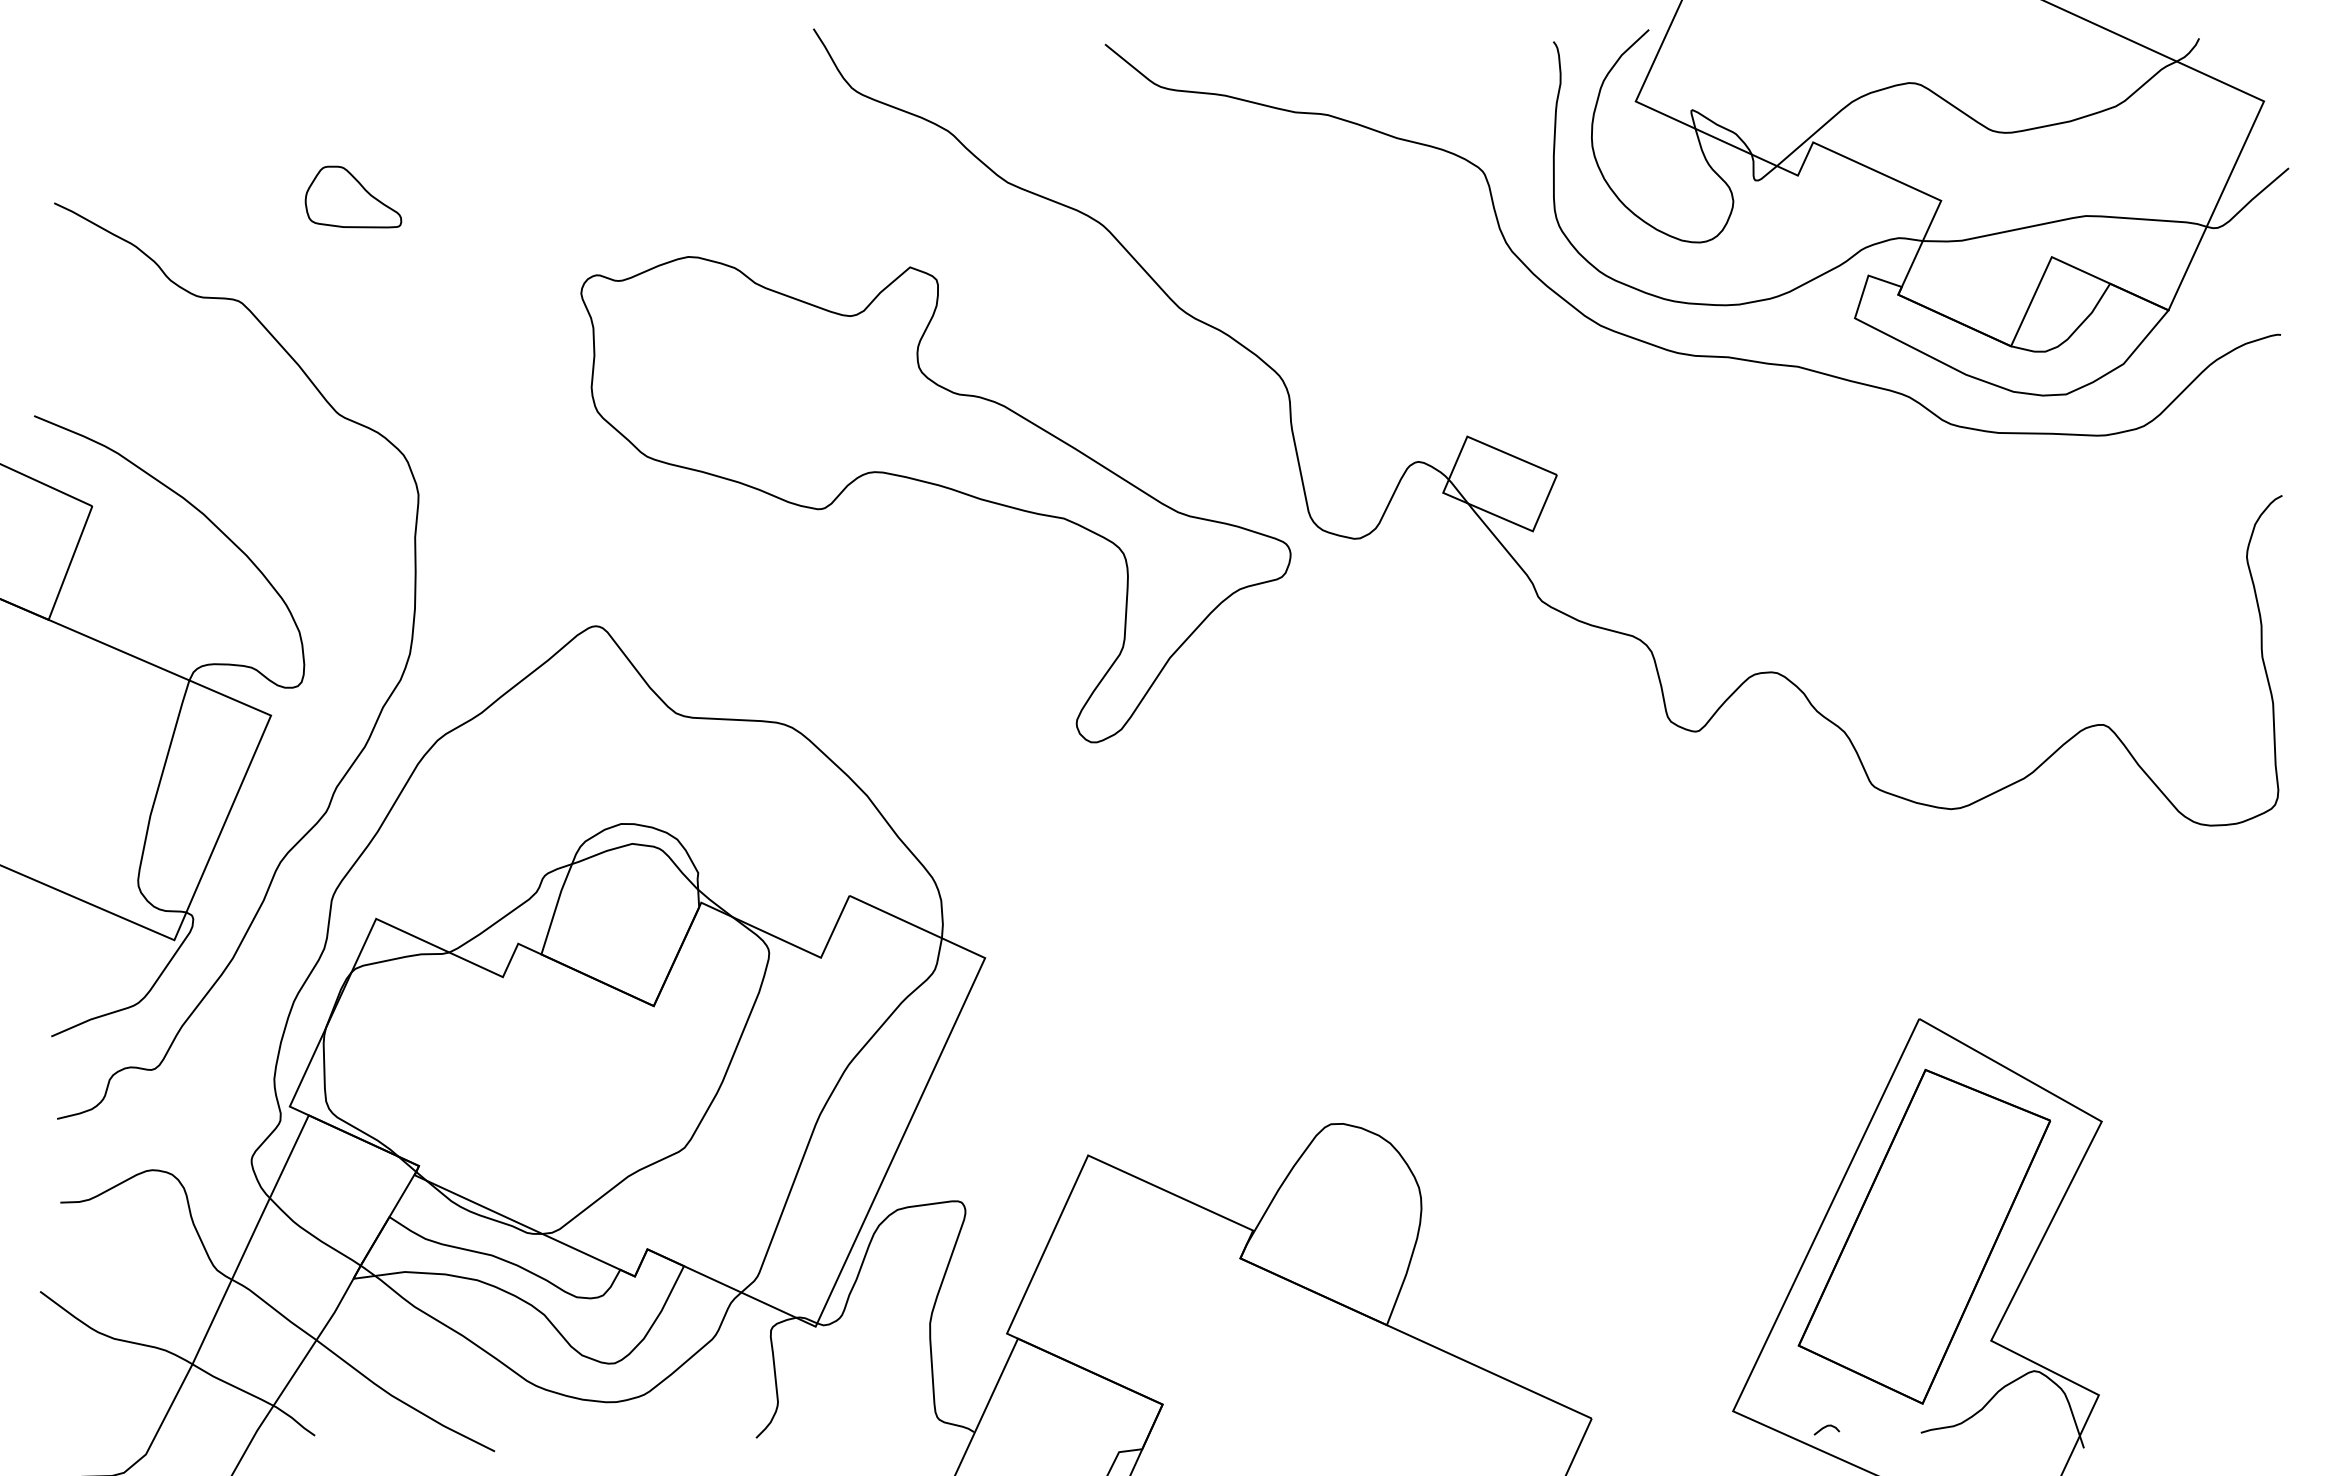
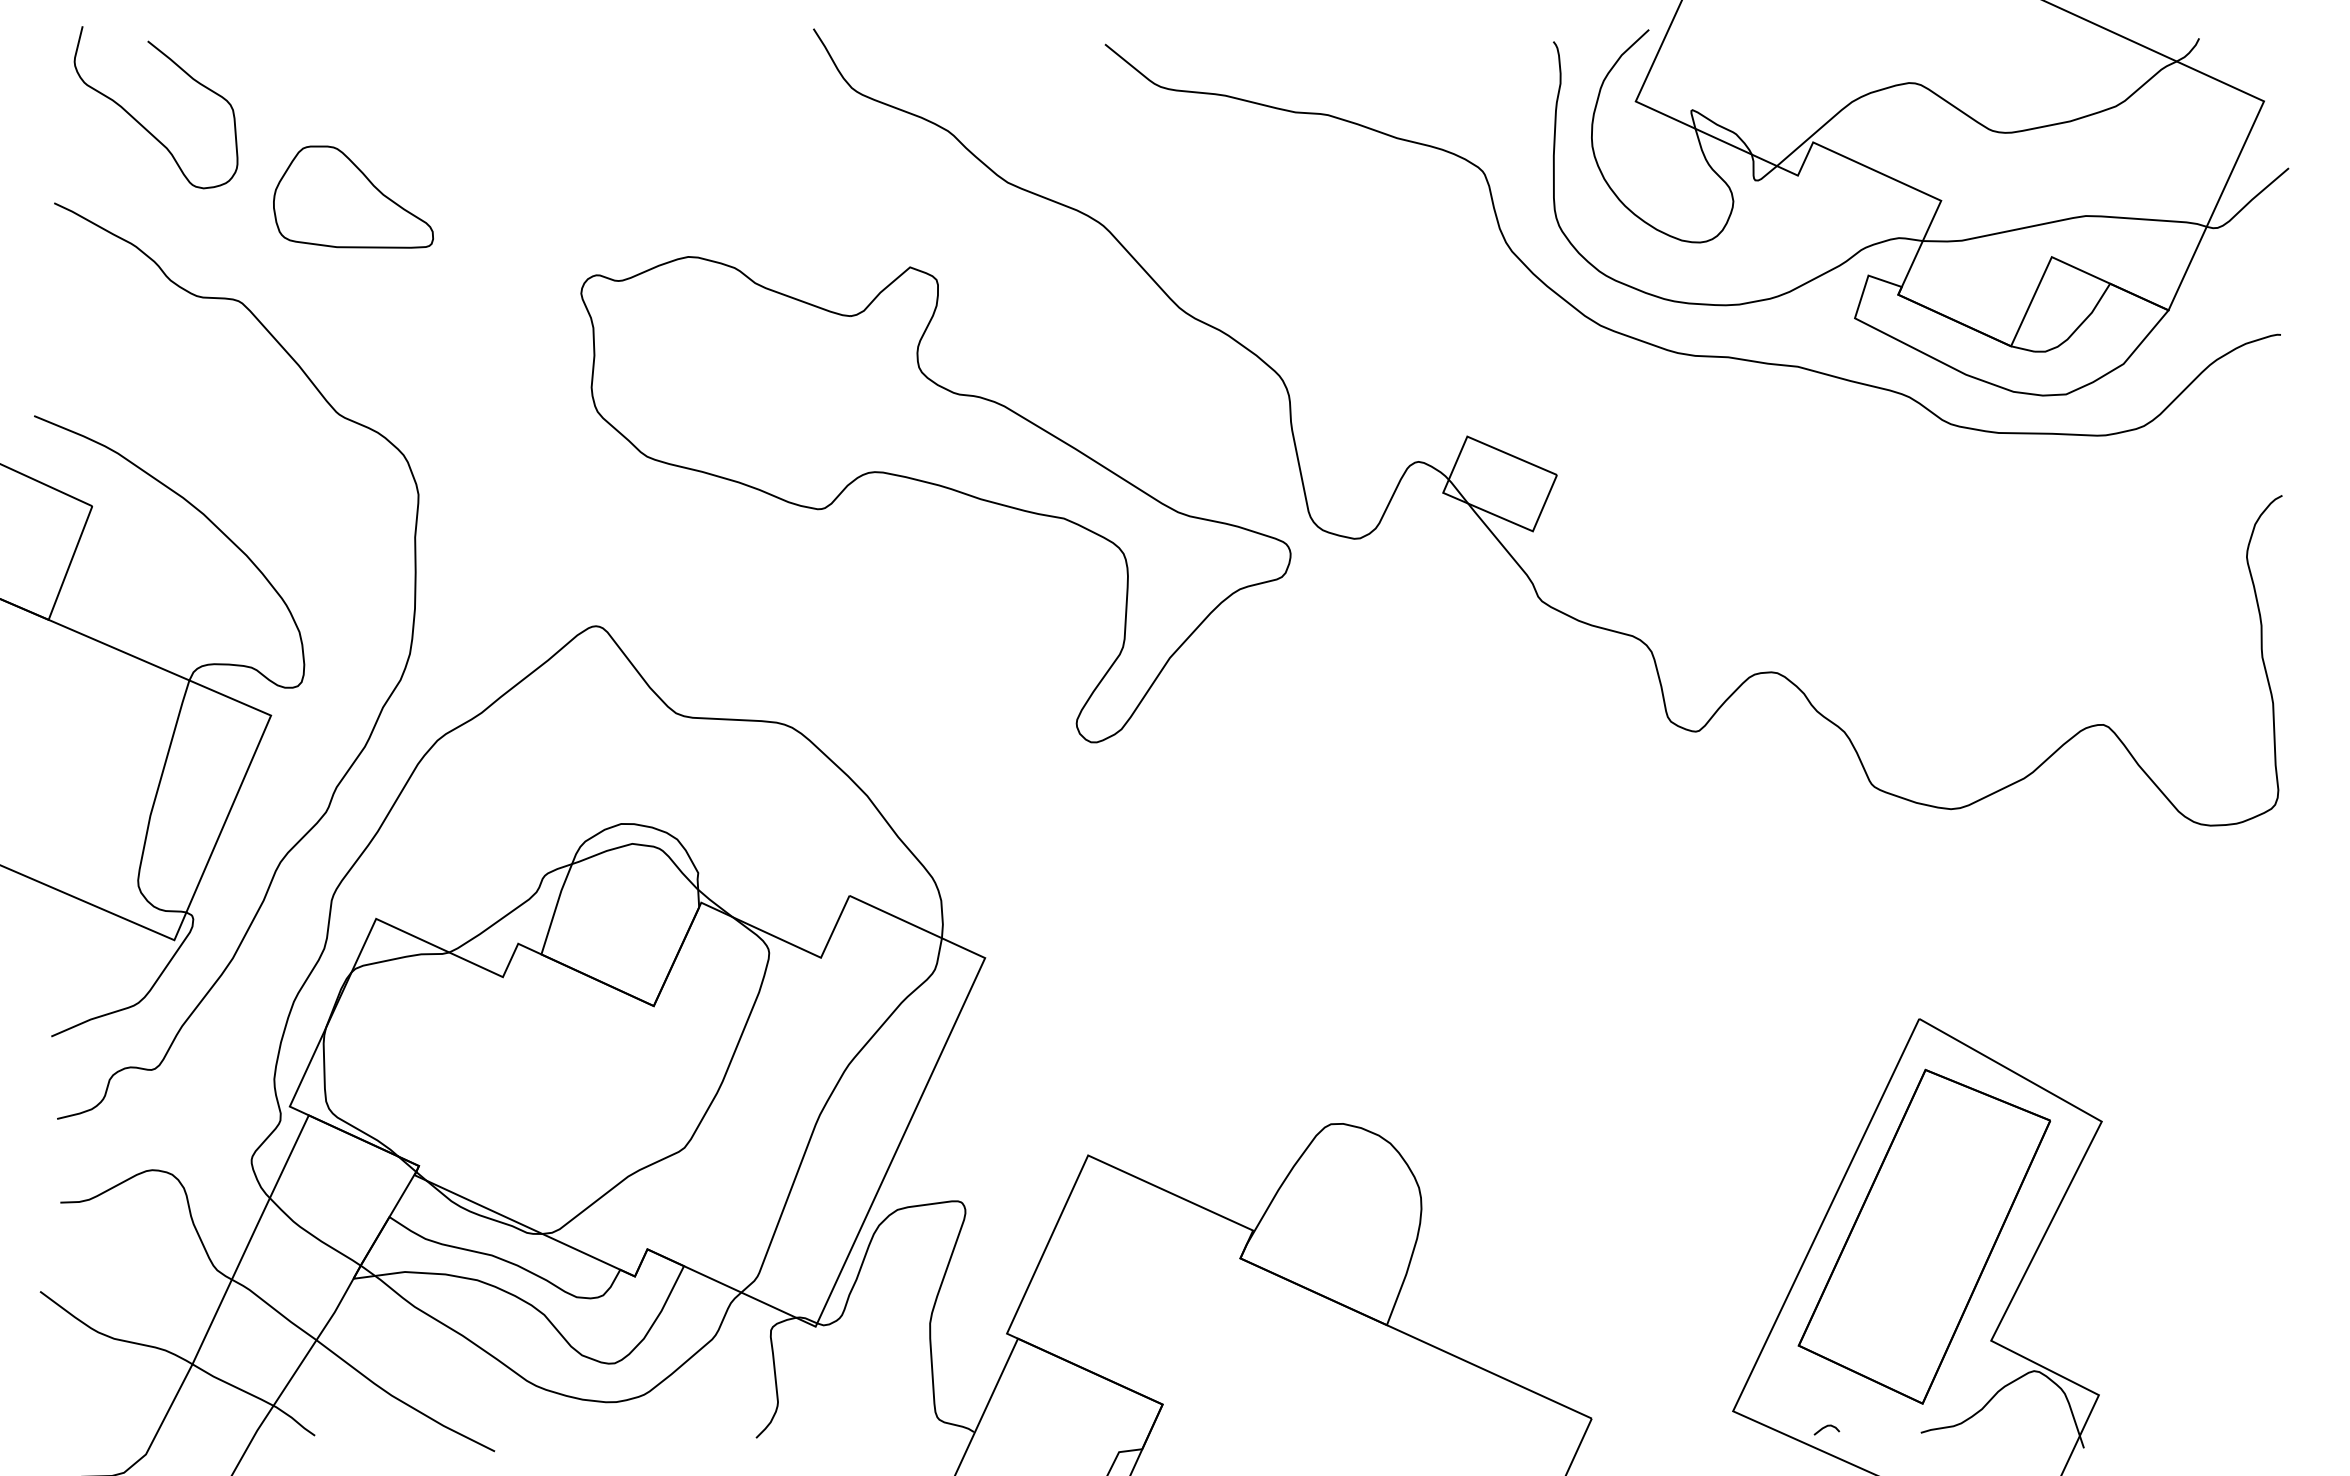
curve at (141, 123): none -> present
part at (353, 196) size: 99x64 px -> 161x104 px
